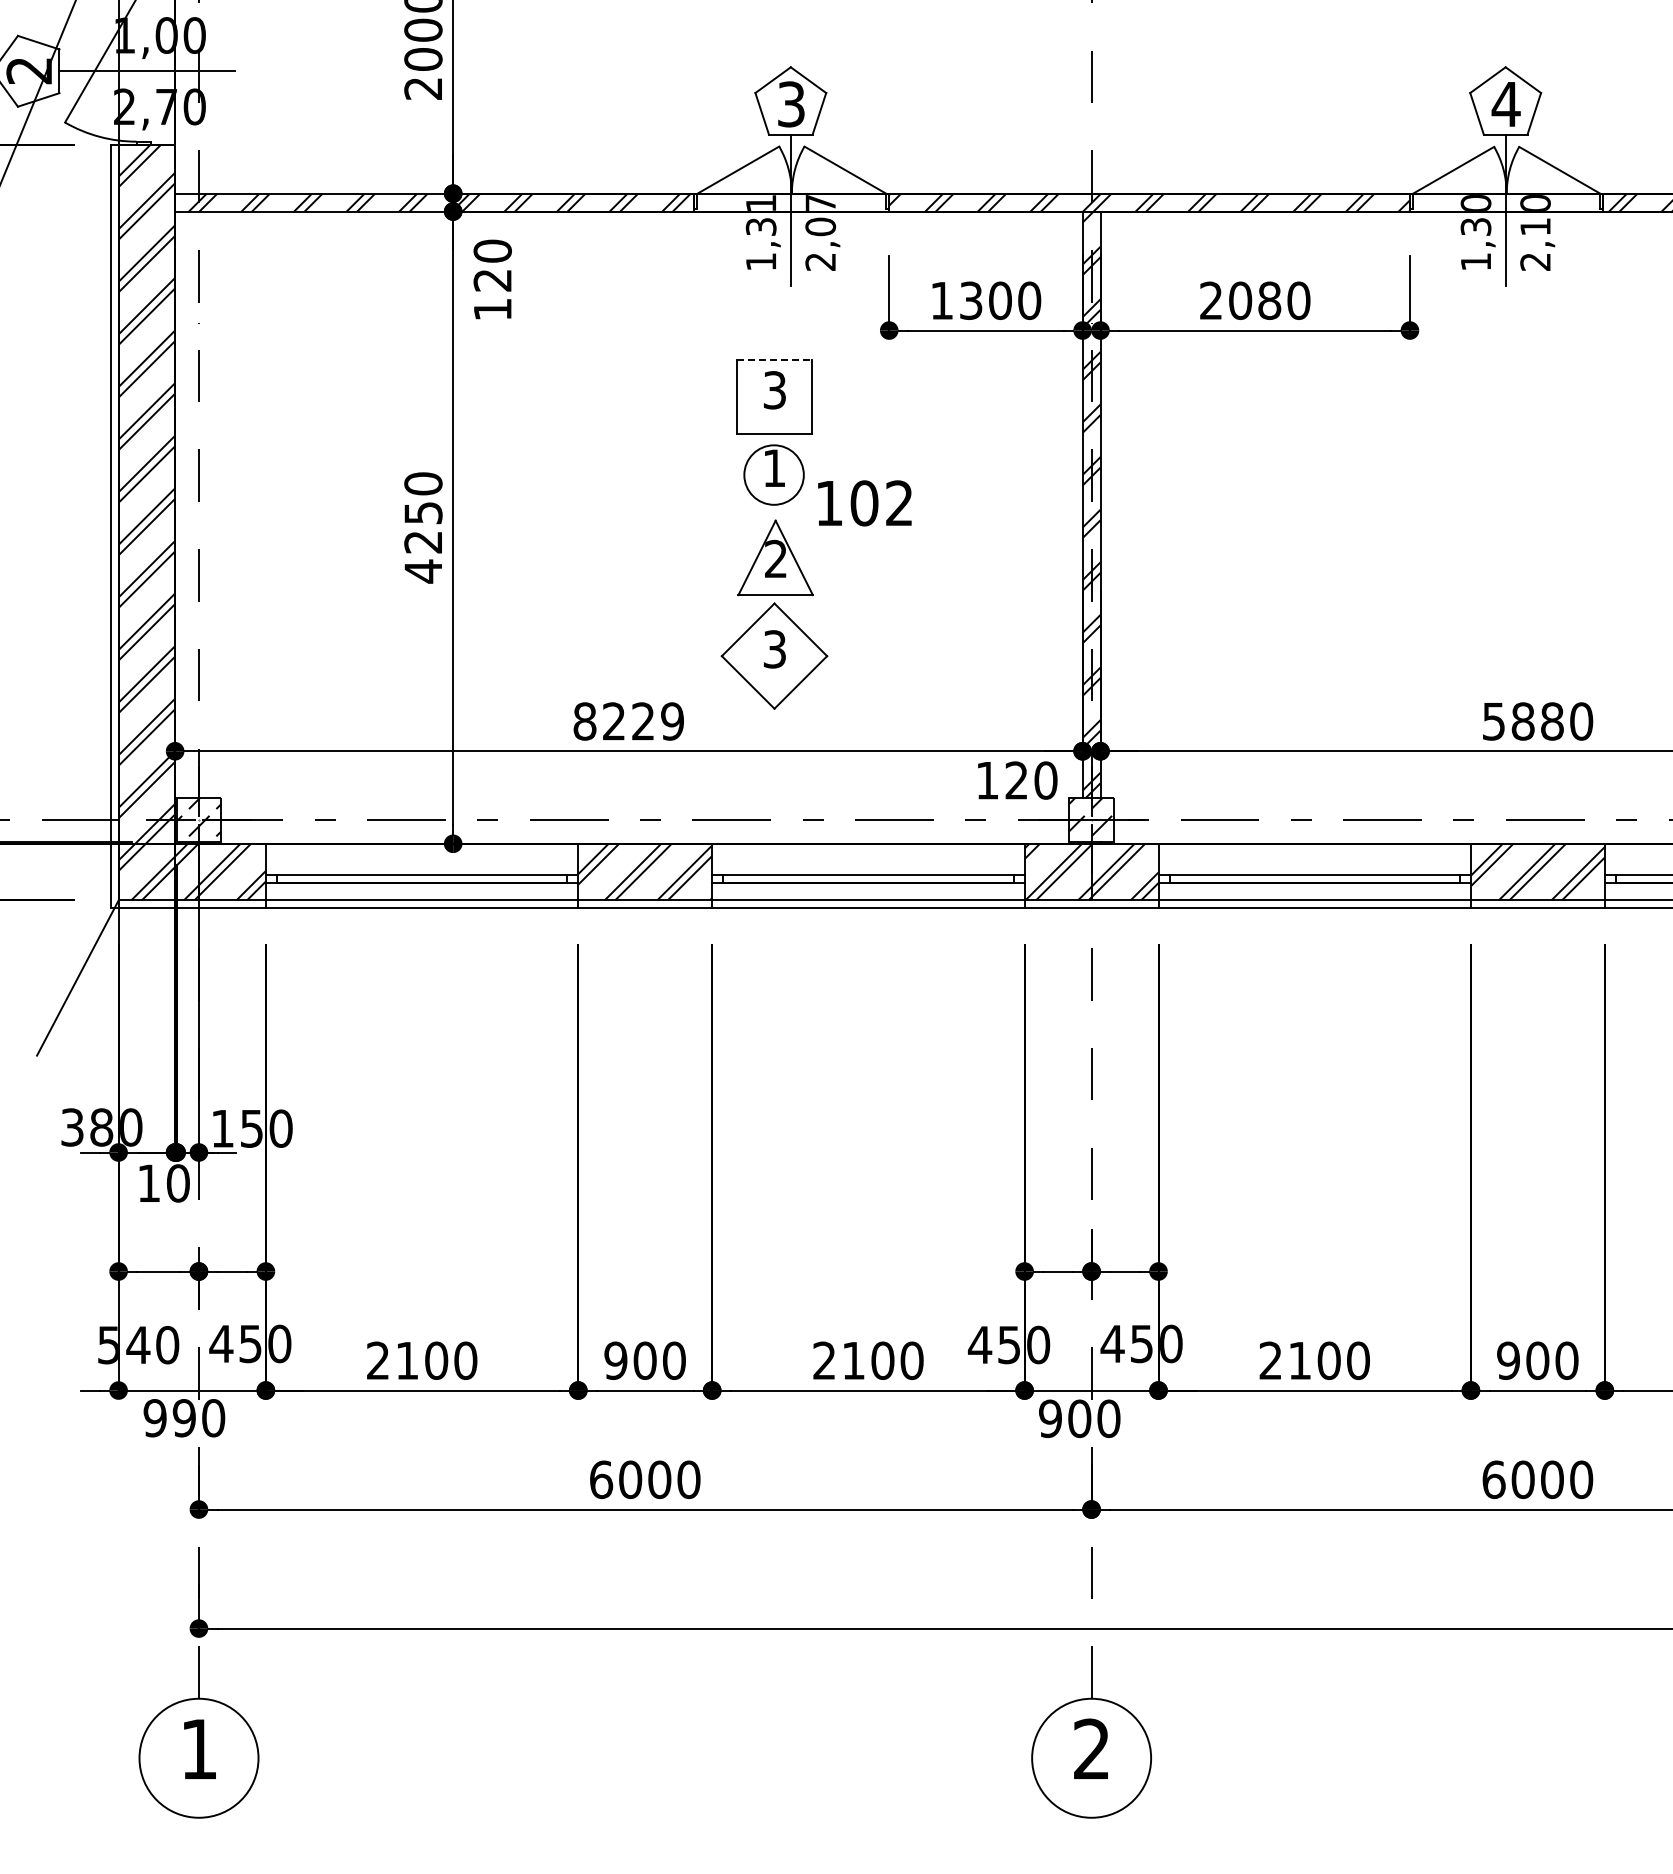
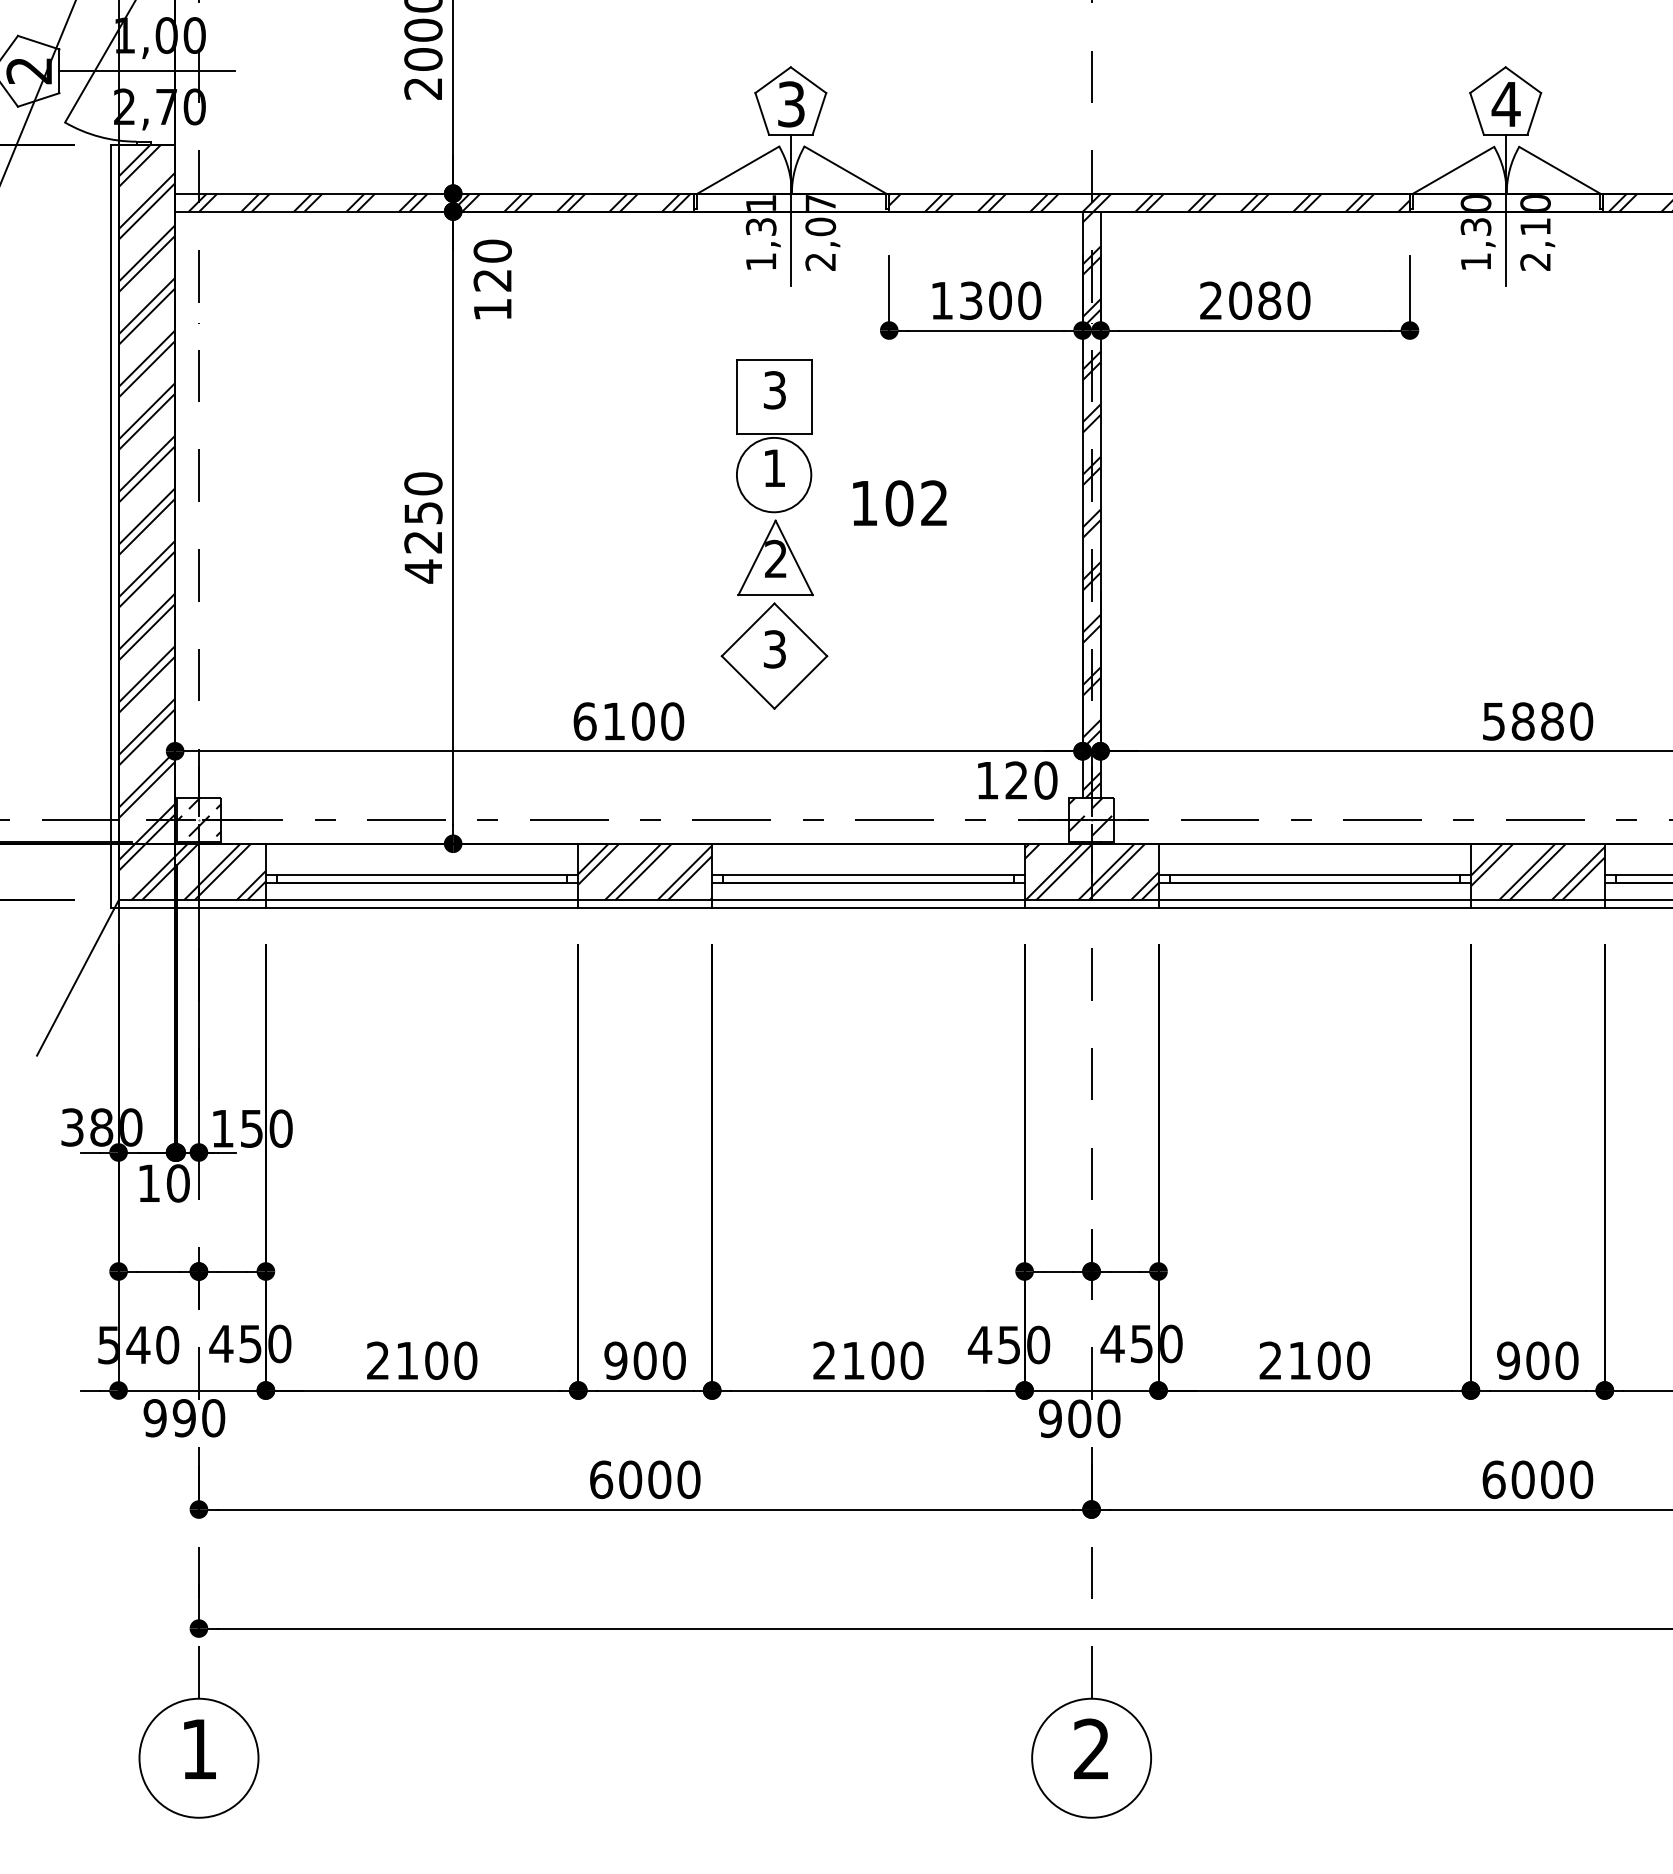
line at (775, 359): dashed -> solid
circle at (773, 474) diameter: 60 px -> 74 px
text at (864, 503) position: (864, 503) -> (899, 503)
text at (628, 721): 8229 -> 6100
